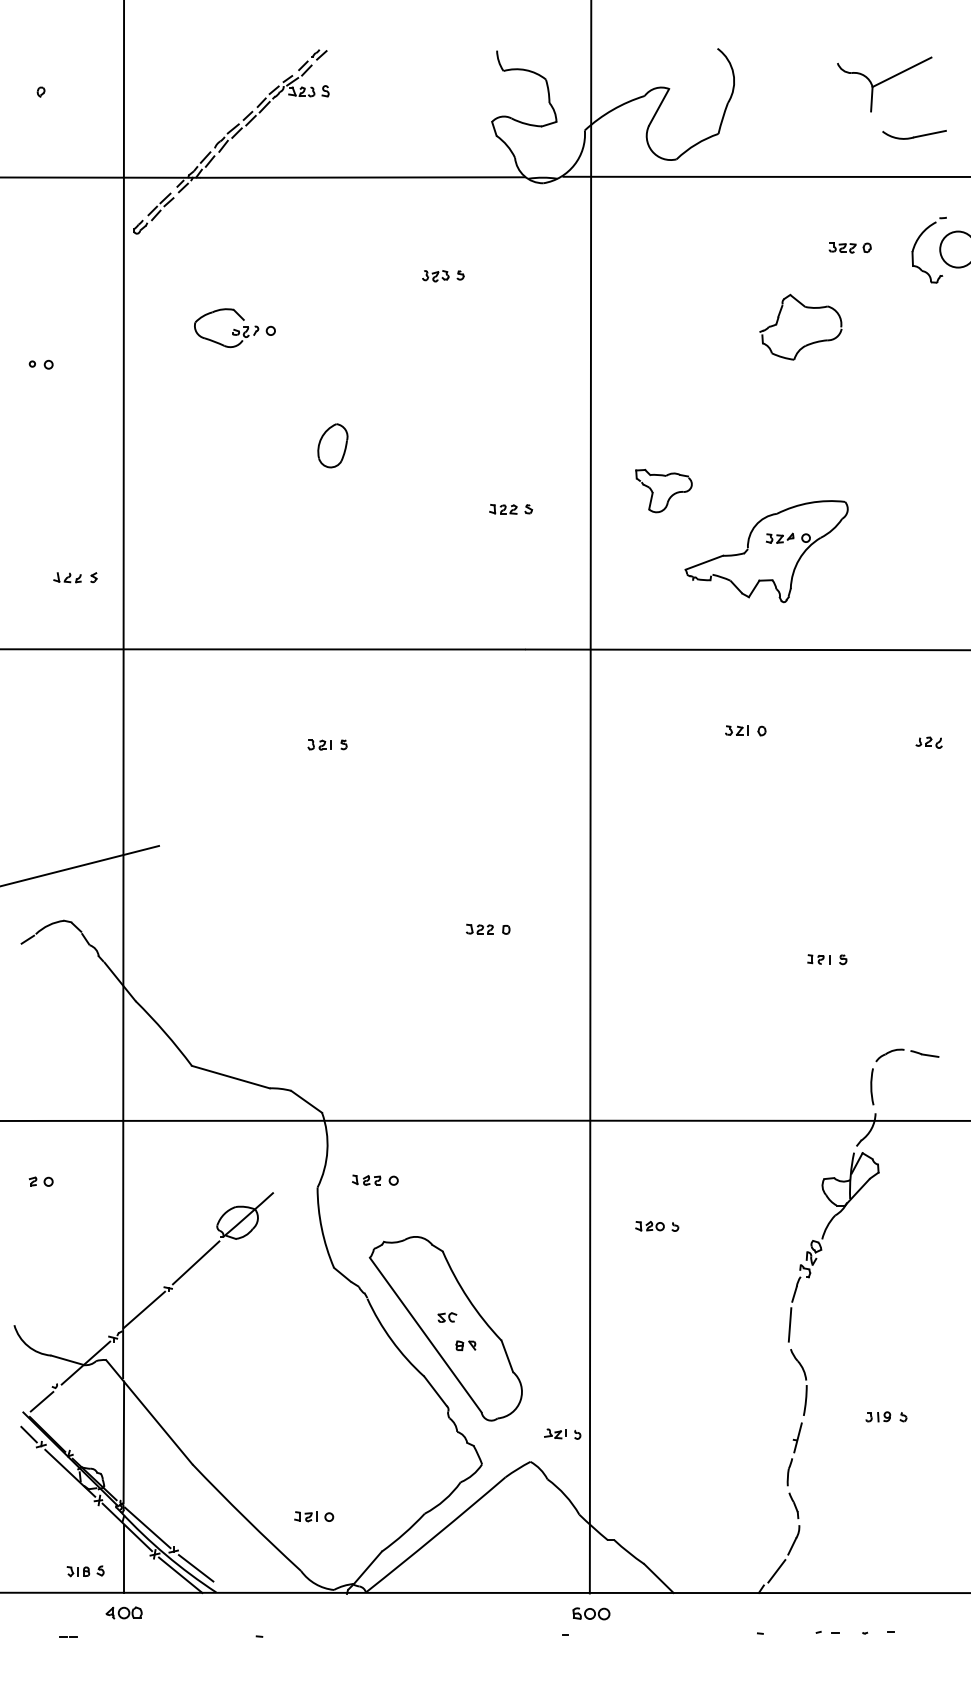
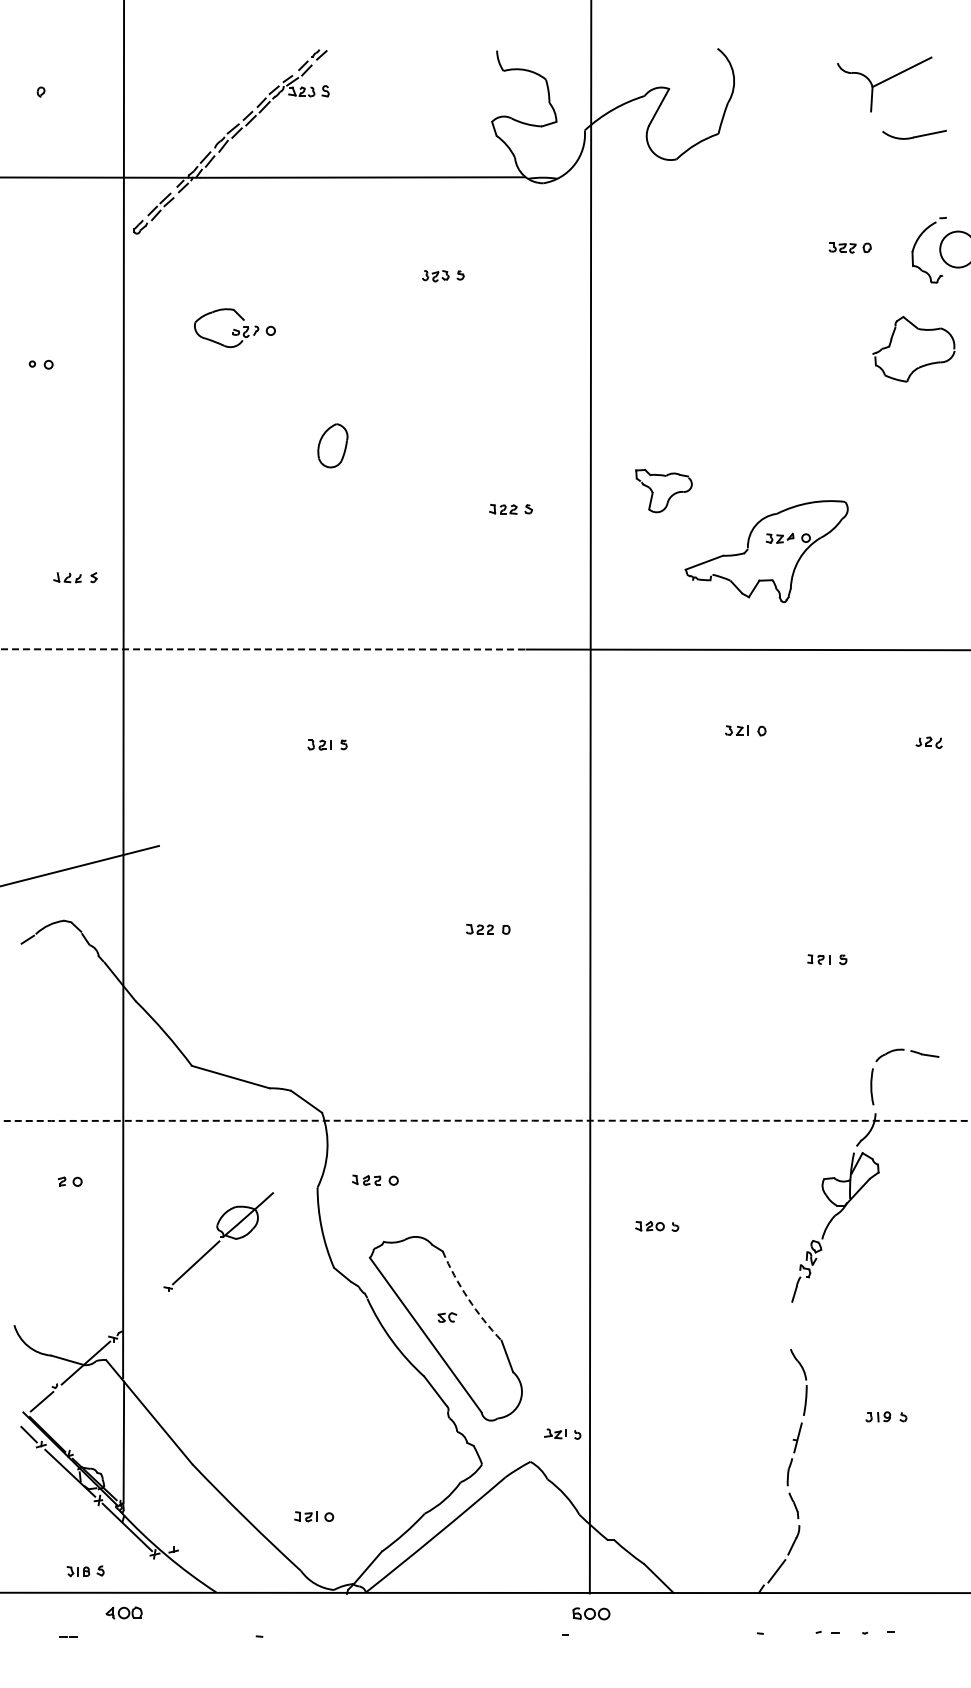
line at (765, 176): present -> none
part at (808, 343) position: (808, 343) -> (921, 365)
line at (262, 649): solid -> dashed
arc at (485, 1120): solid -> dashed
part at (40, 1181) position: (40, 1181) -> (69, 1181)
arc at (468, 1298): solid -> dashed
line at (144, 1309): present -> none
line at (789, 1324): present -> none
part at (465, 1345): present -> none
line at (147, 1527): present -> none
line at (123, 1558): present -> none
line at (195, 1568): present -> none
line at (180, 1574): present -> none
